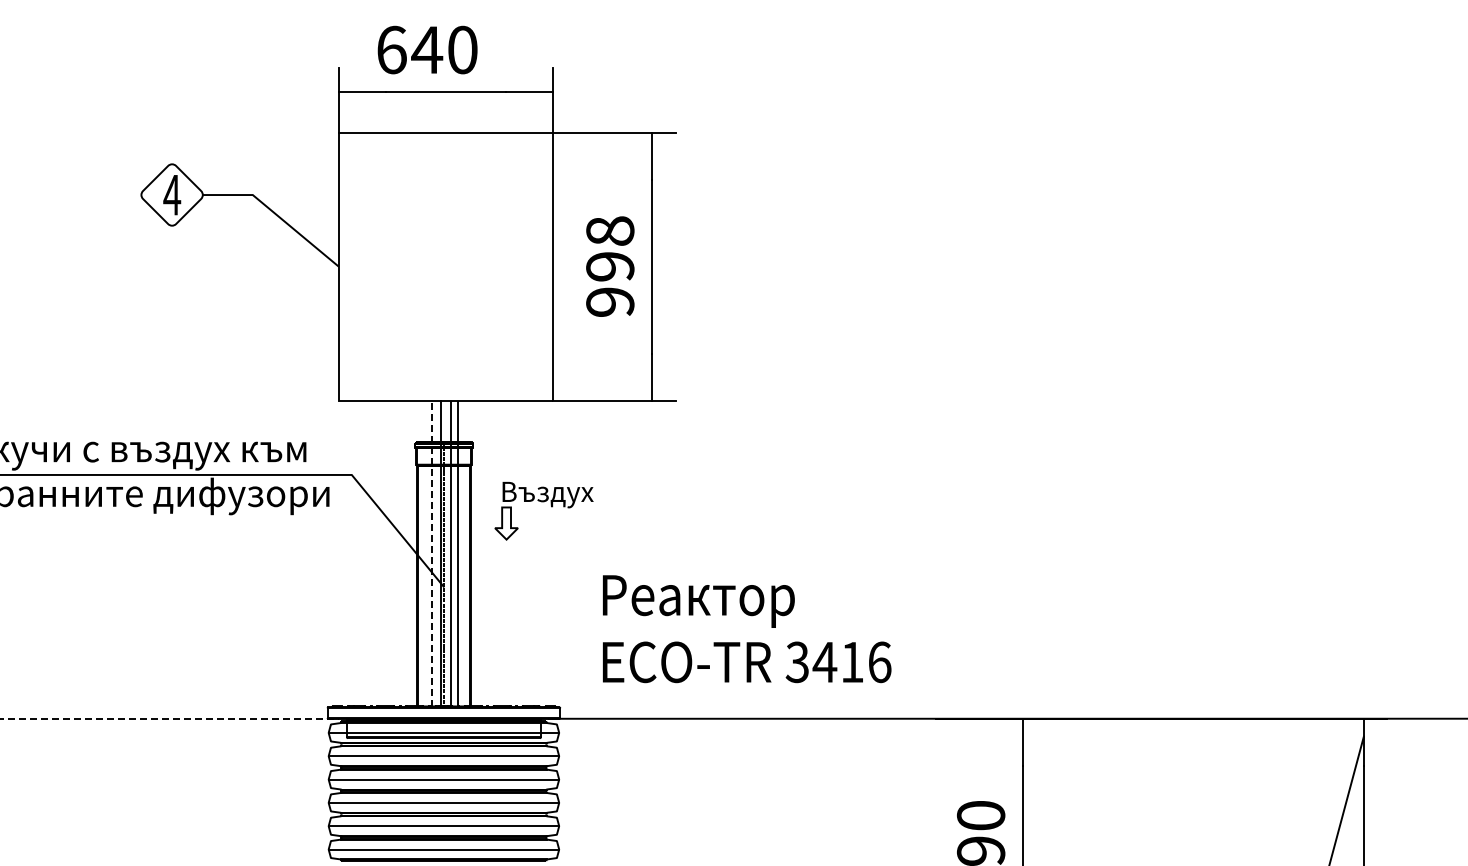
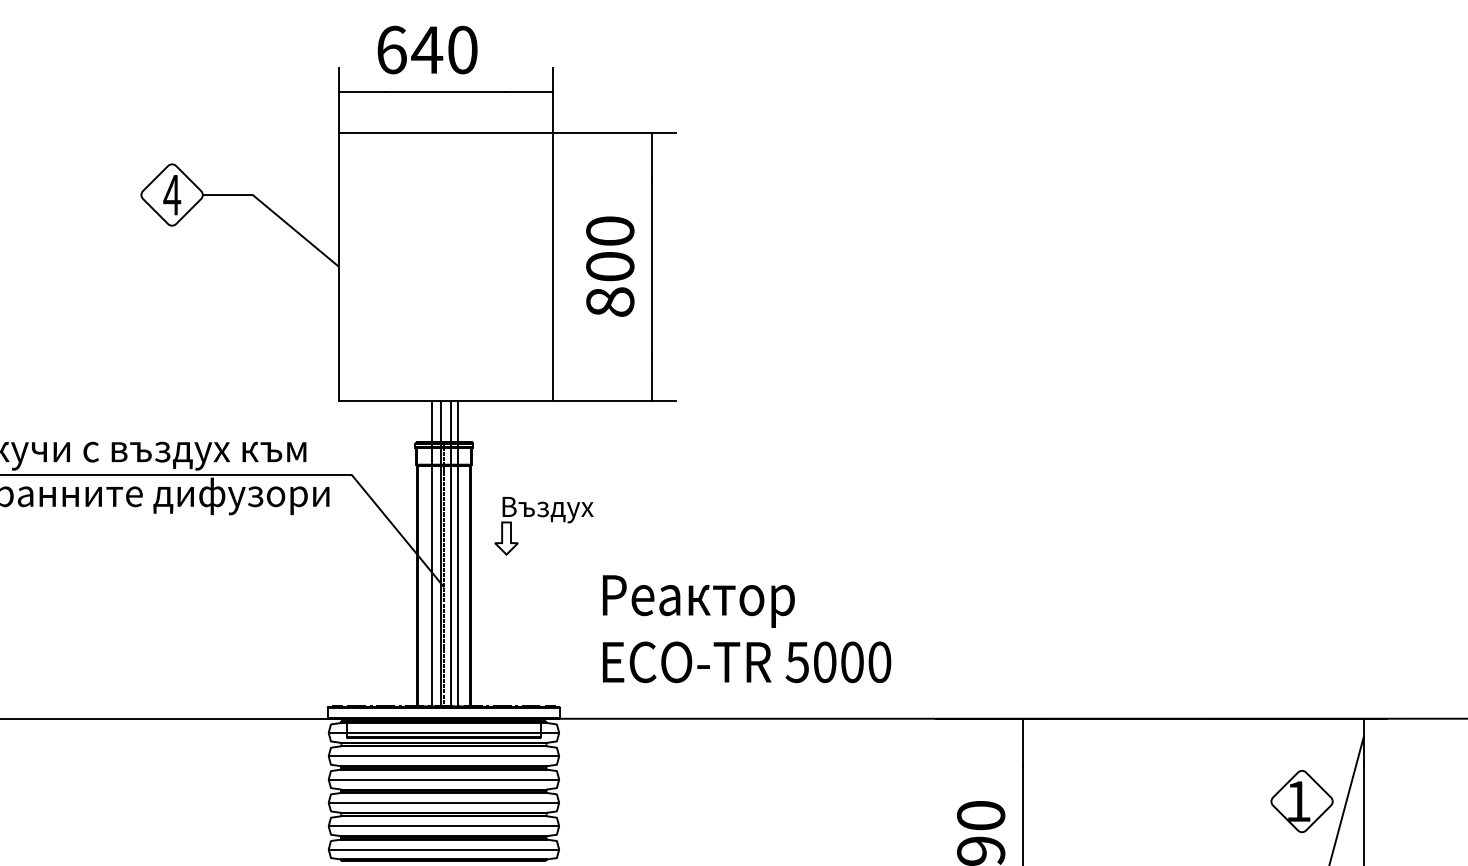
text at (610, 266): 998 -> 800
part at (551, 507) position: (551, 507) -> (551, 522)
line at (432, 553): dashed -> solid
text at (838, 662): 3416 -> 5000
line at (170, 718): dashed -> solid
part at (1301, 801): none -> present
